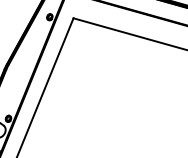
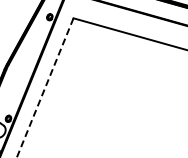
line at (44, 88): solid -> dashed
